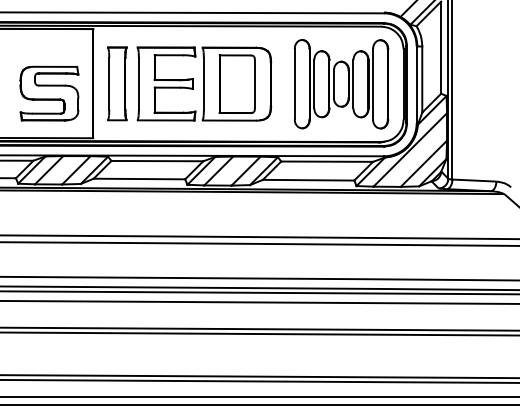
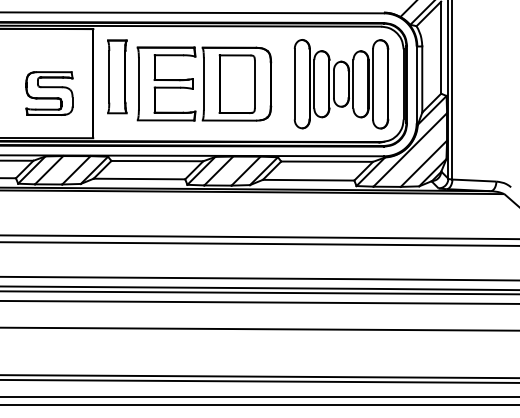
part at (117, 83) position: (117, 83) -> (117, 76)
part at (49, 93) size: 61x57 px -> 49x45 px
line at (259, 333): present -> none
